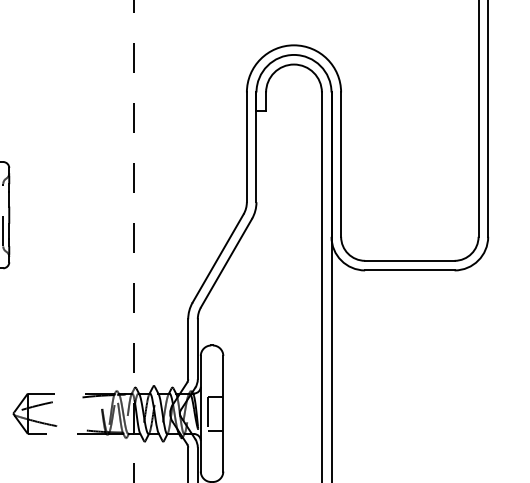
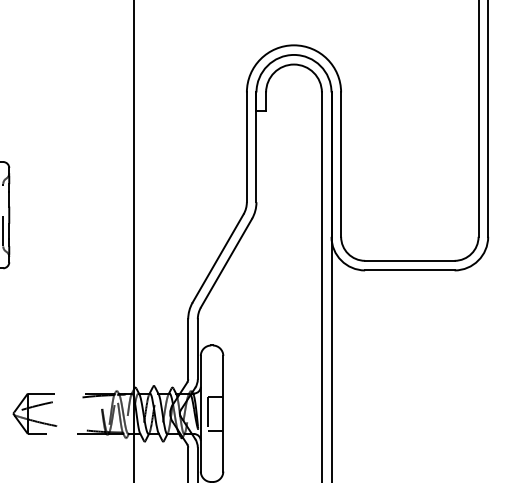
line at (134, 241): dashed -> solid
